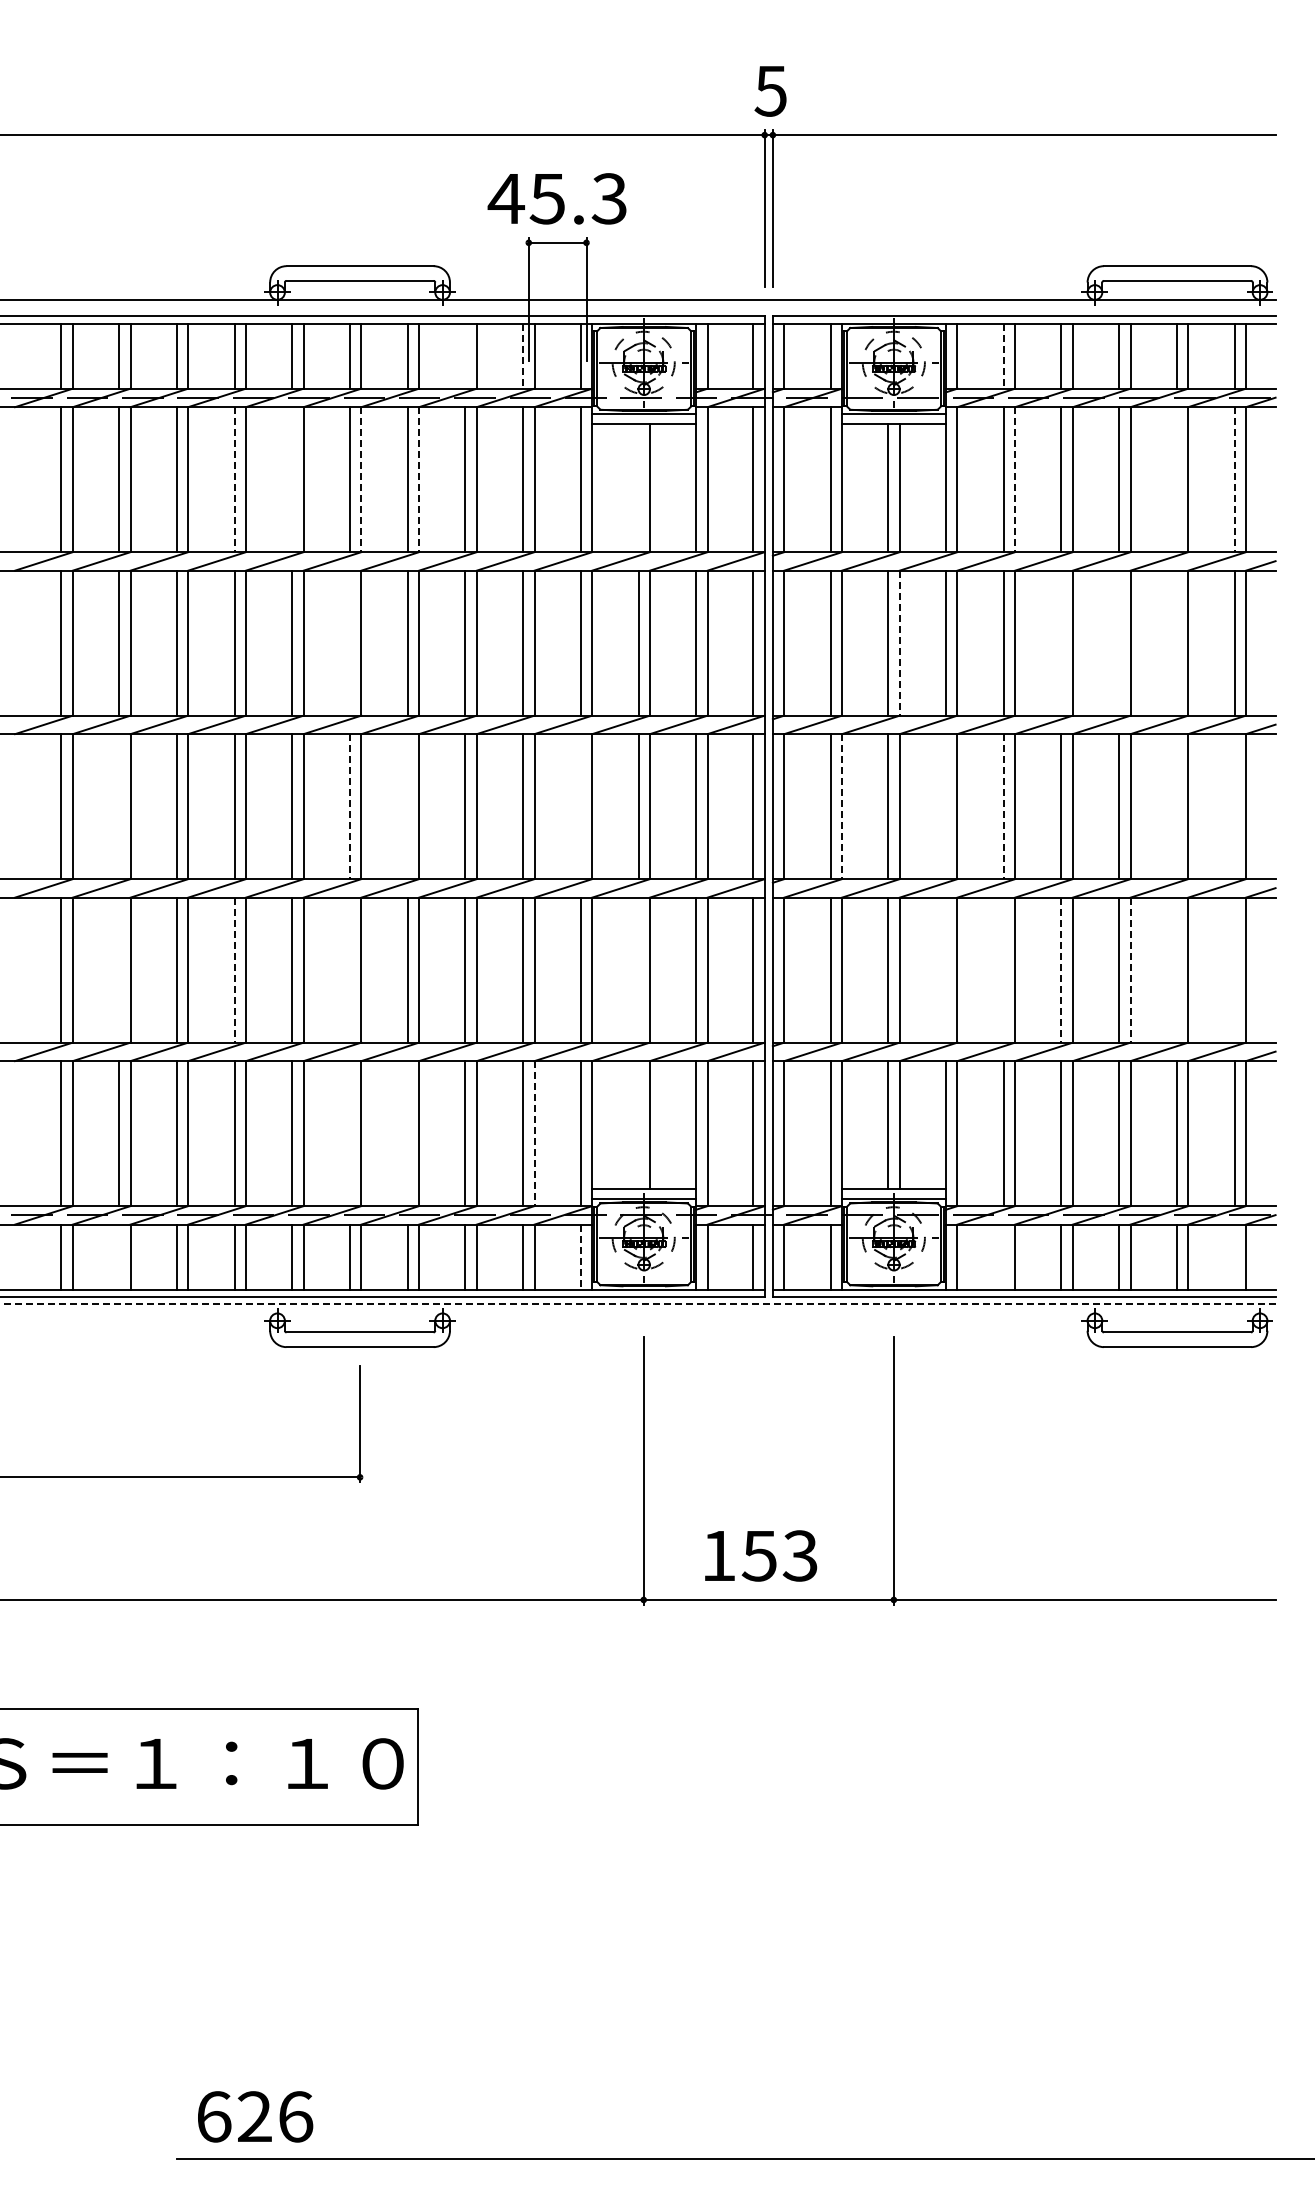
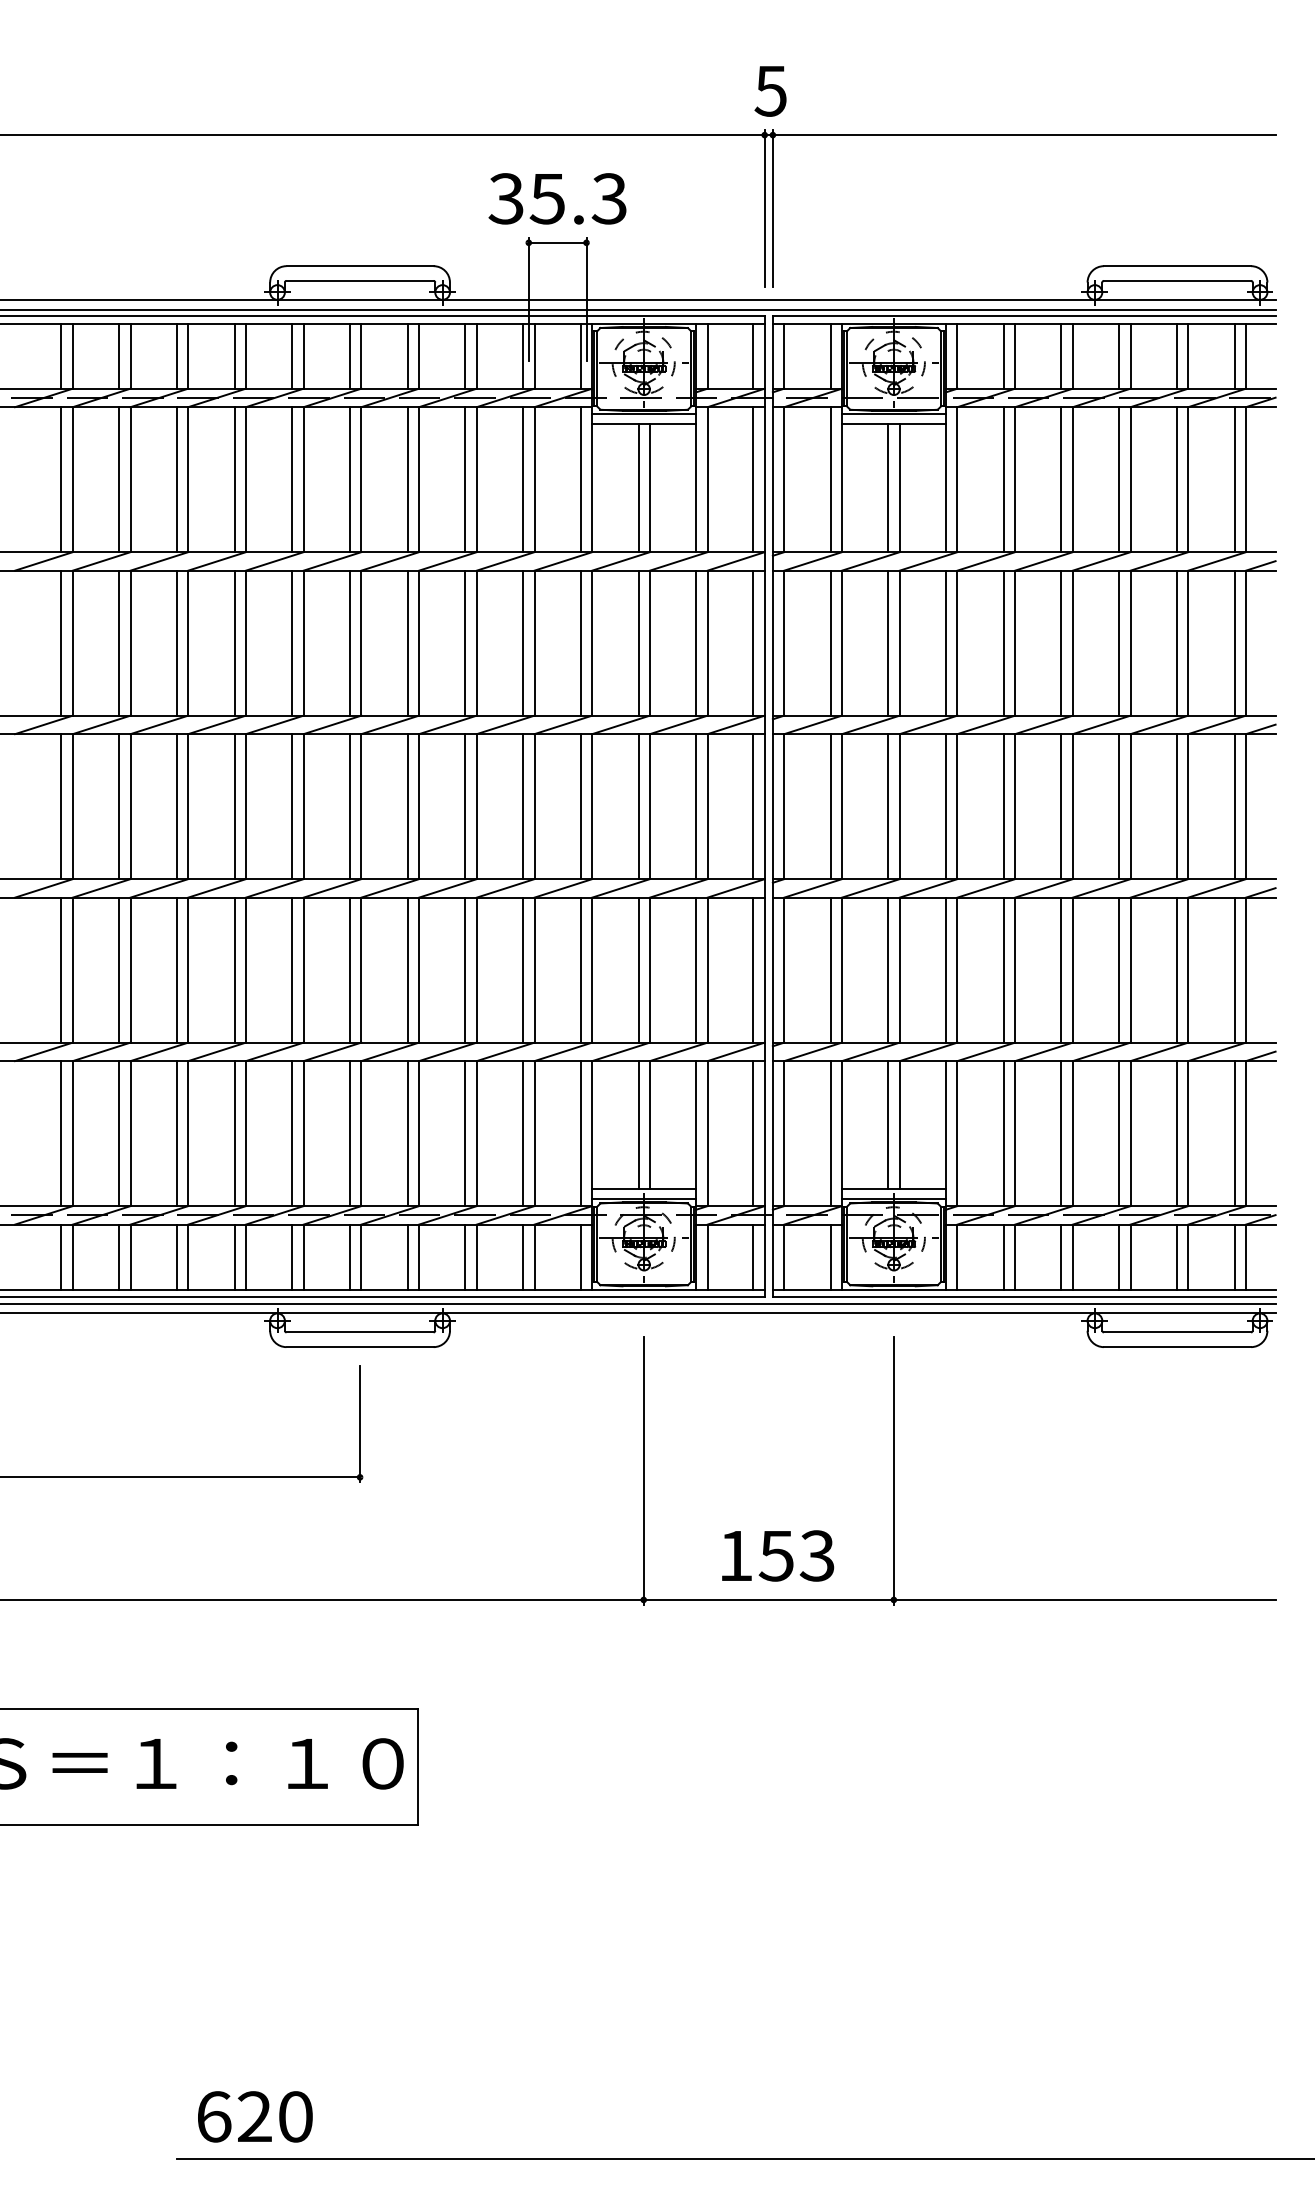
text at (505, 198): 45.3 -> 35.3
line at (638, 309): none -> present
line at (465, 355): none -> present
line at (523, 356): dashed -> solid
line at (1003, 356): dashed -> solid
line at (292, 479): none -> present
line at (1176, 479): none -> present
line at (234, 480): dashed -> solid
line at (361, 480): dashed -> solid
line at (419, 480): dashed -> solid
line at (1015, 480): dashed -> solid
line at (1234, 480): dashed -> solid
line at (638, 488): none -> present
line at (349, 642): none -> present
line at (1061, 642): none -> present
line at (1119, 642): none -> present
line at (1176, 642): none -> present
line at (899, 643): dashed -> solid
line at (119, 806): none -> present
line at (407, 806): none -> present
line at (580, 806): none -> present
line at (946, 806): none -> present
line at (1176, 806): none -> present
line at (1234, 806): none -> present
line at (349, 807): dashed -> solid
line at (842, 807): dashed -> solid
line at (1003, 807): dashed -> solid
line at (119, 969): none -> present
line at (349, 969): none -> present
line at (638, 969): none -> present
line at (946, 969): none -> present
line at (1003, 969): none -> present
line at (1176, 969): none -> present
line at (1234, 969): none -> present
line at (234, 970): dashed -> solid
line at (1061, 970): dashed -> solid
line at (1130, 970): dashed -> solid
line at (638, 1125): none -> present
line at (349, 1133): none -> present
line at (407, 1133): none -> present
line at (534, 1134): dashed -> solid
line at (119, 1256): none -> present
line at (1003, 1256): none -> present
line at (1234, 1256): none -> present
line at (580, 1257): dashed -> solid
line at (637, 1303): dashed -> solid
line at (638, 1313): none -> present
text at (761, 1555) position: (761, 1555) -> (778, 1555)
text at (296, 2116): 626 -> 620
